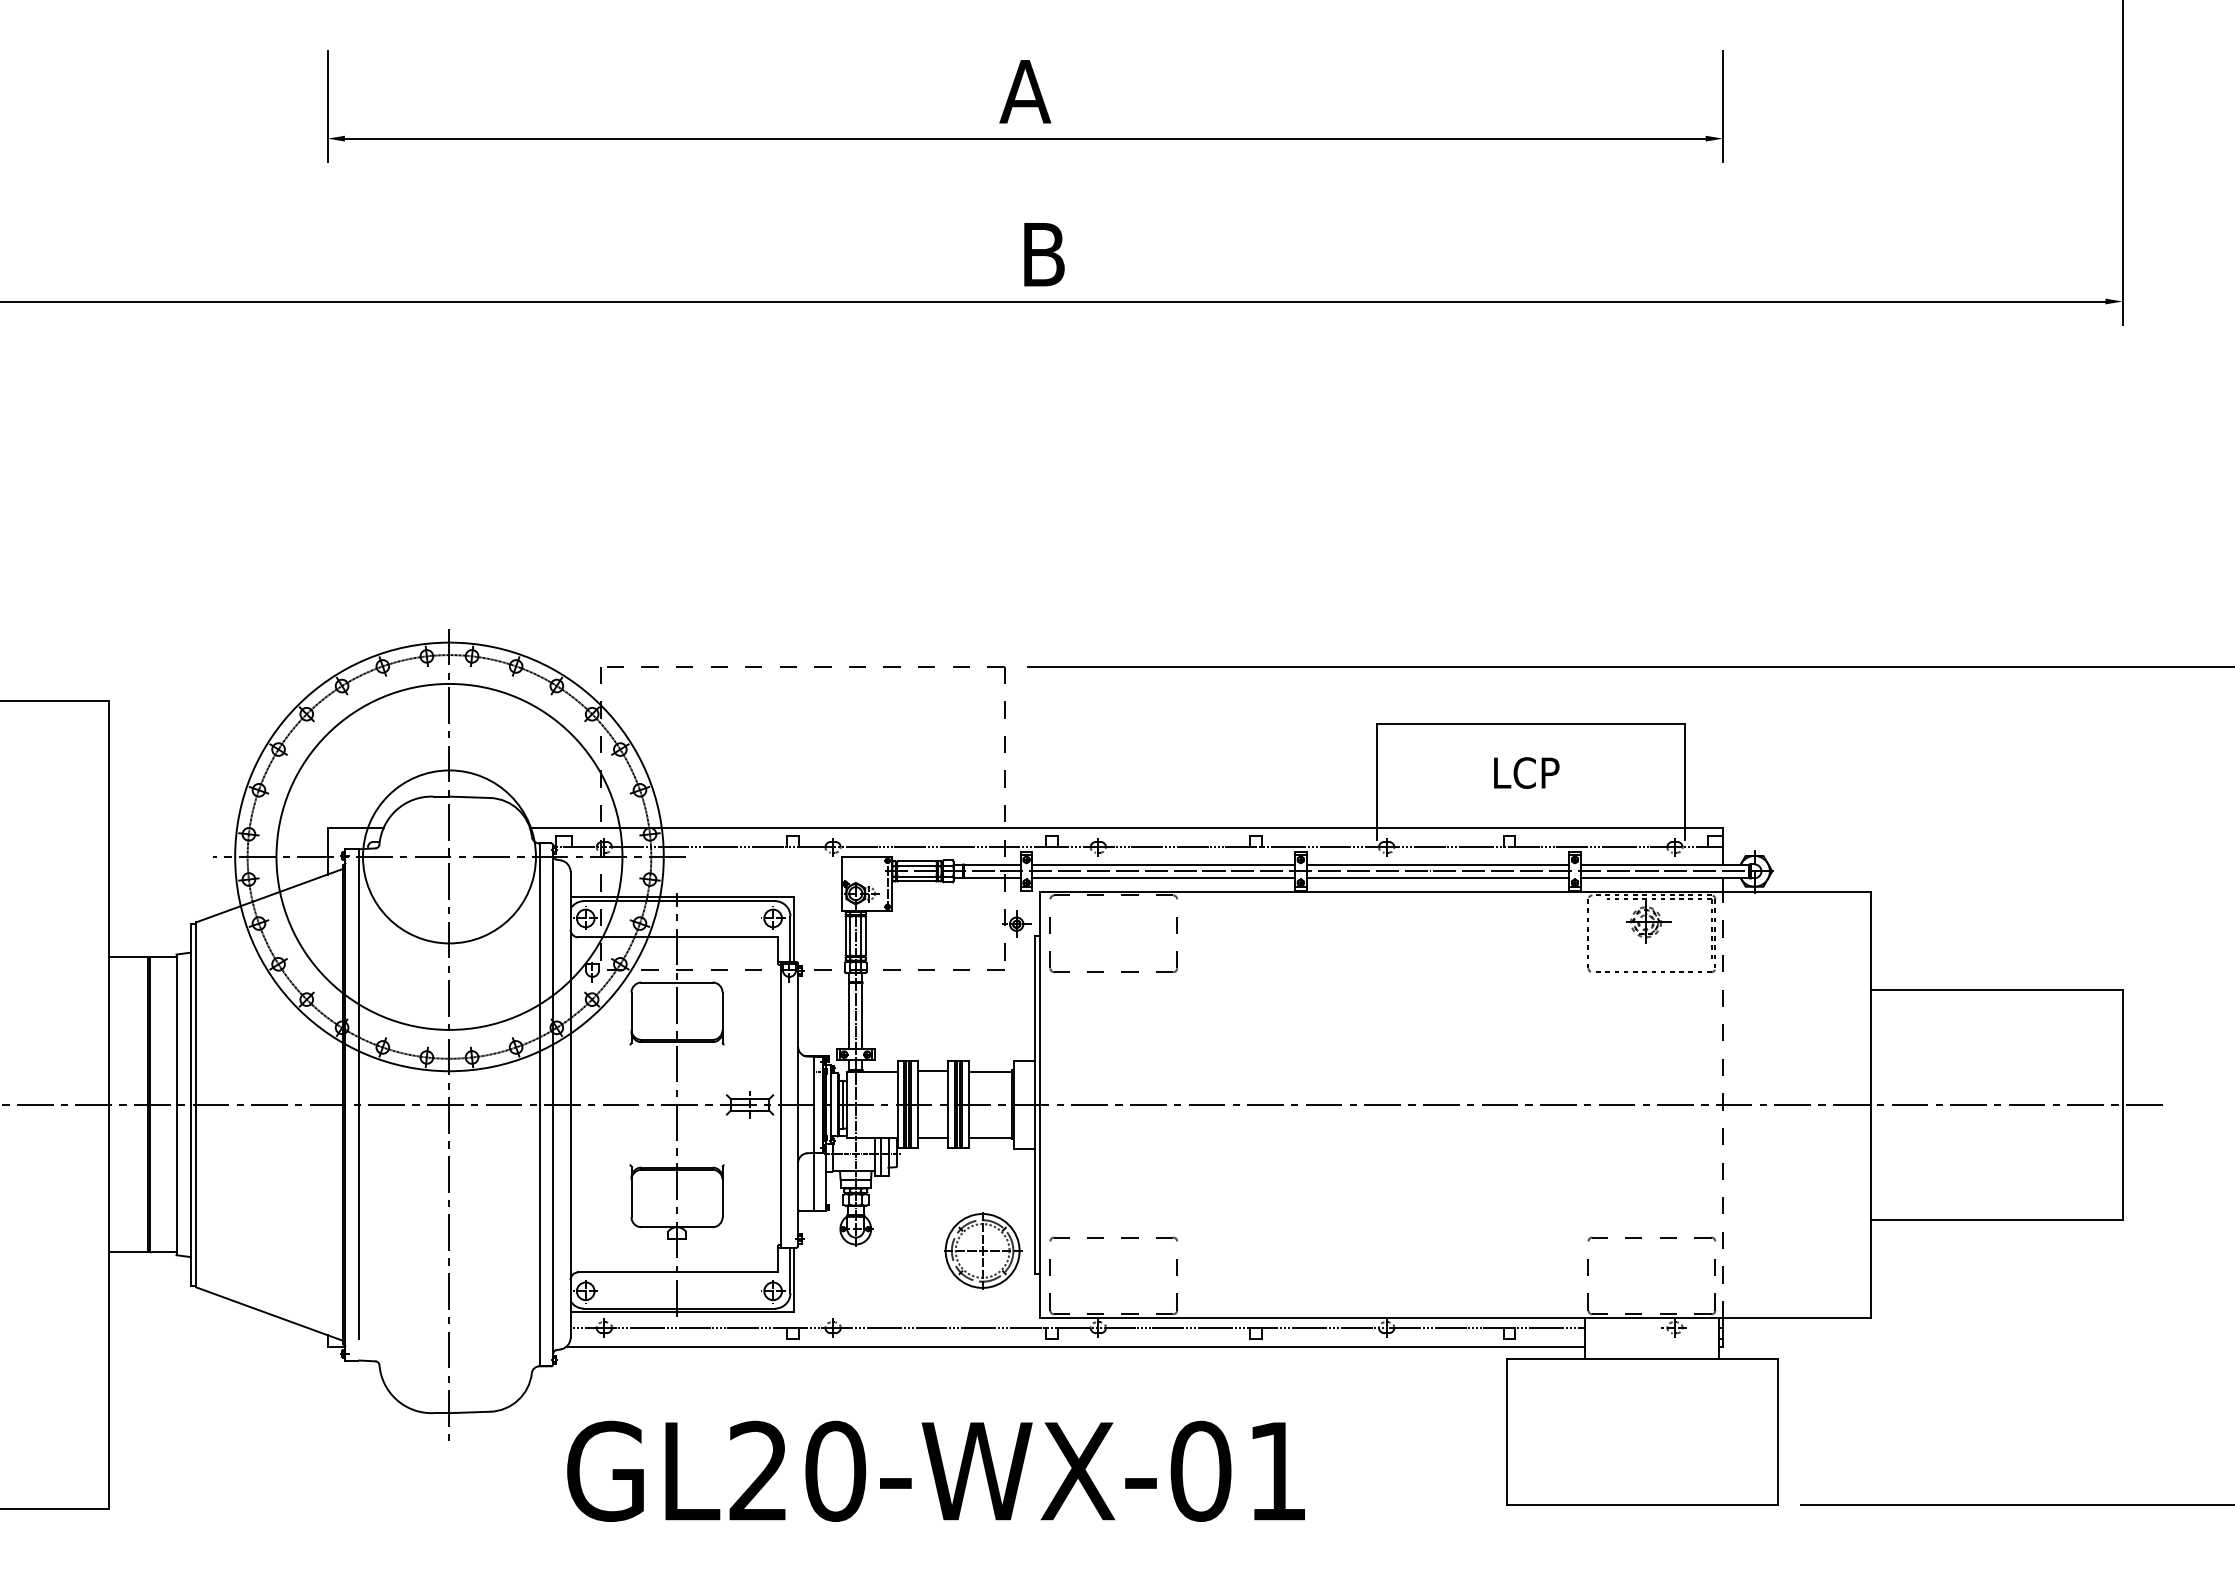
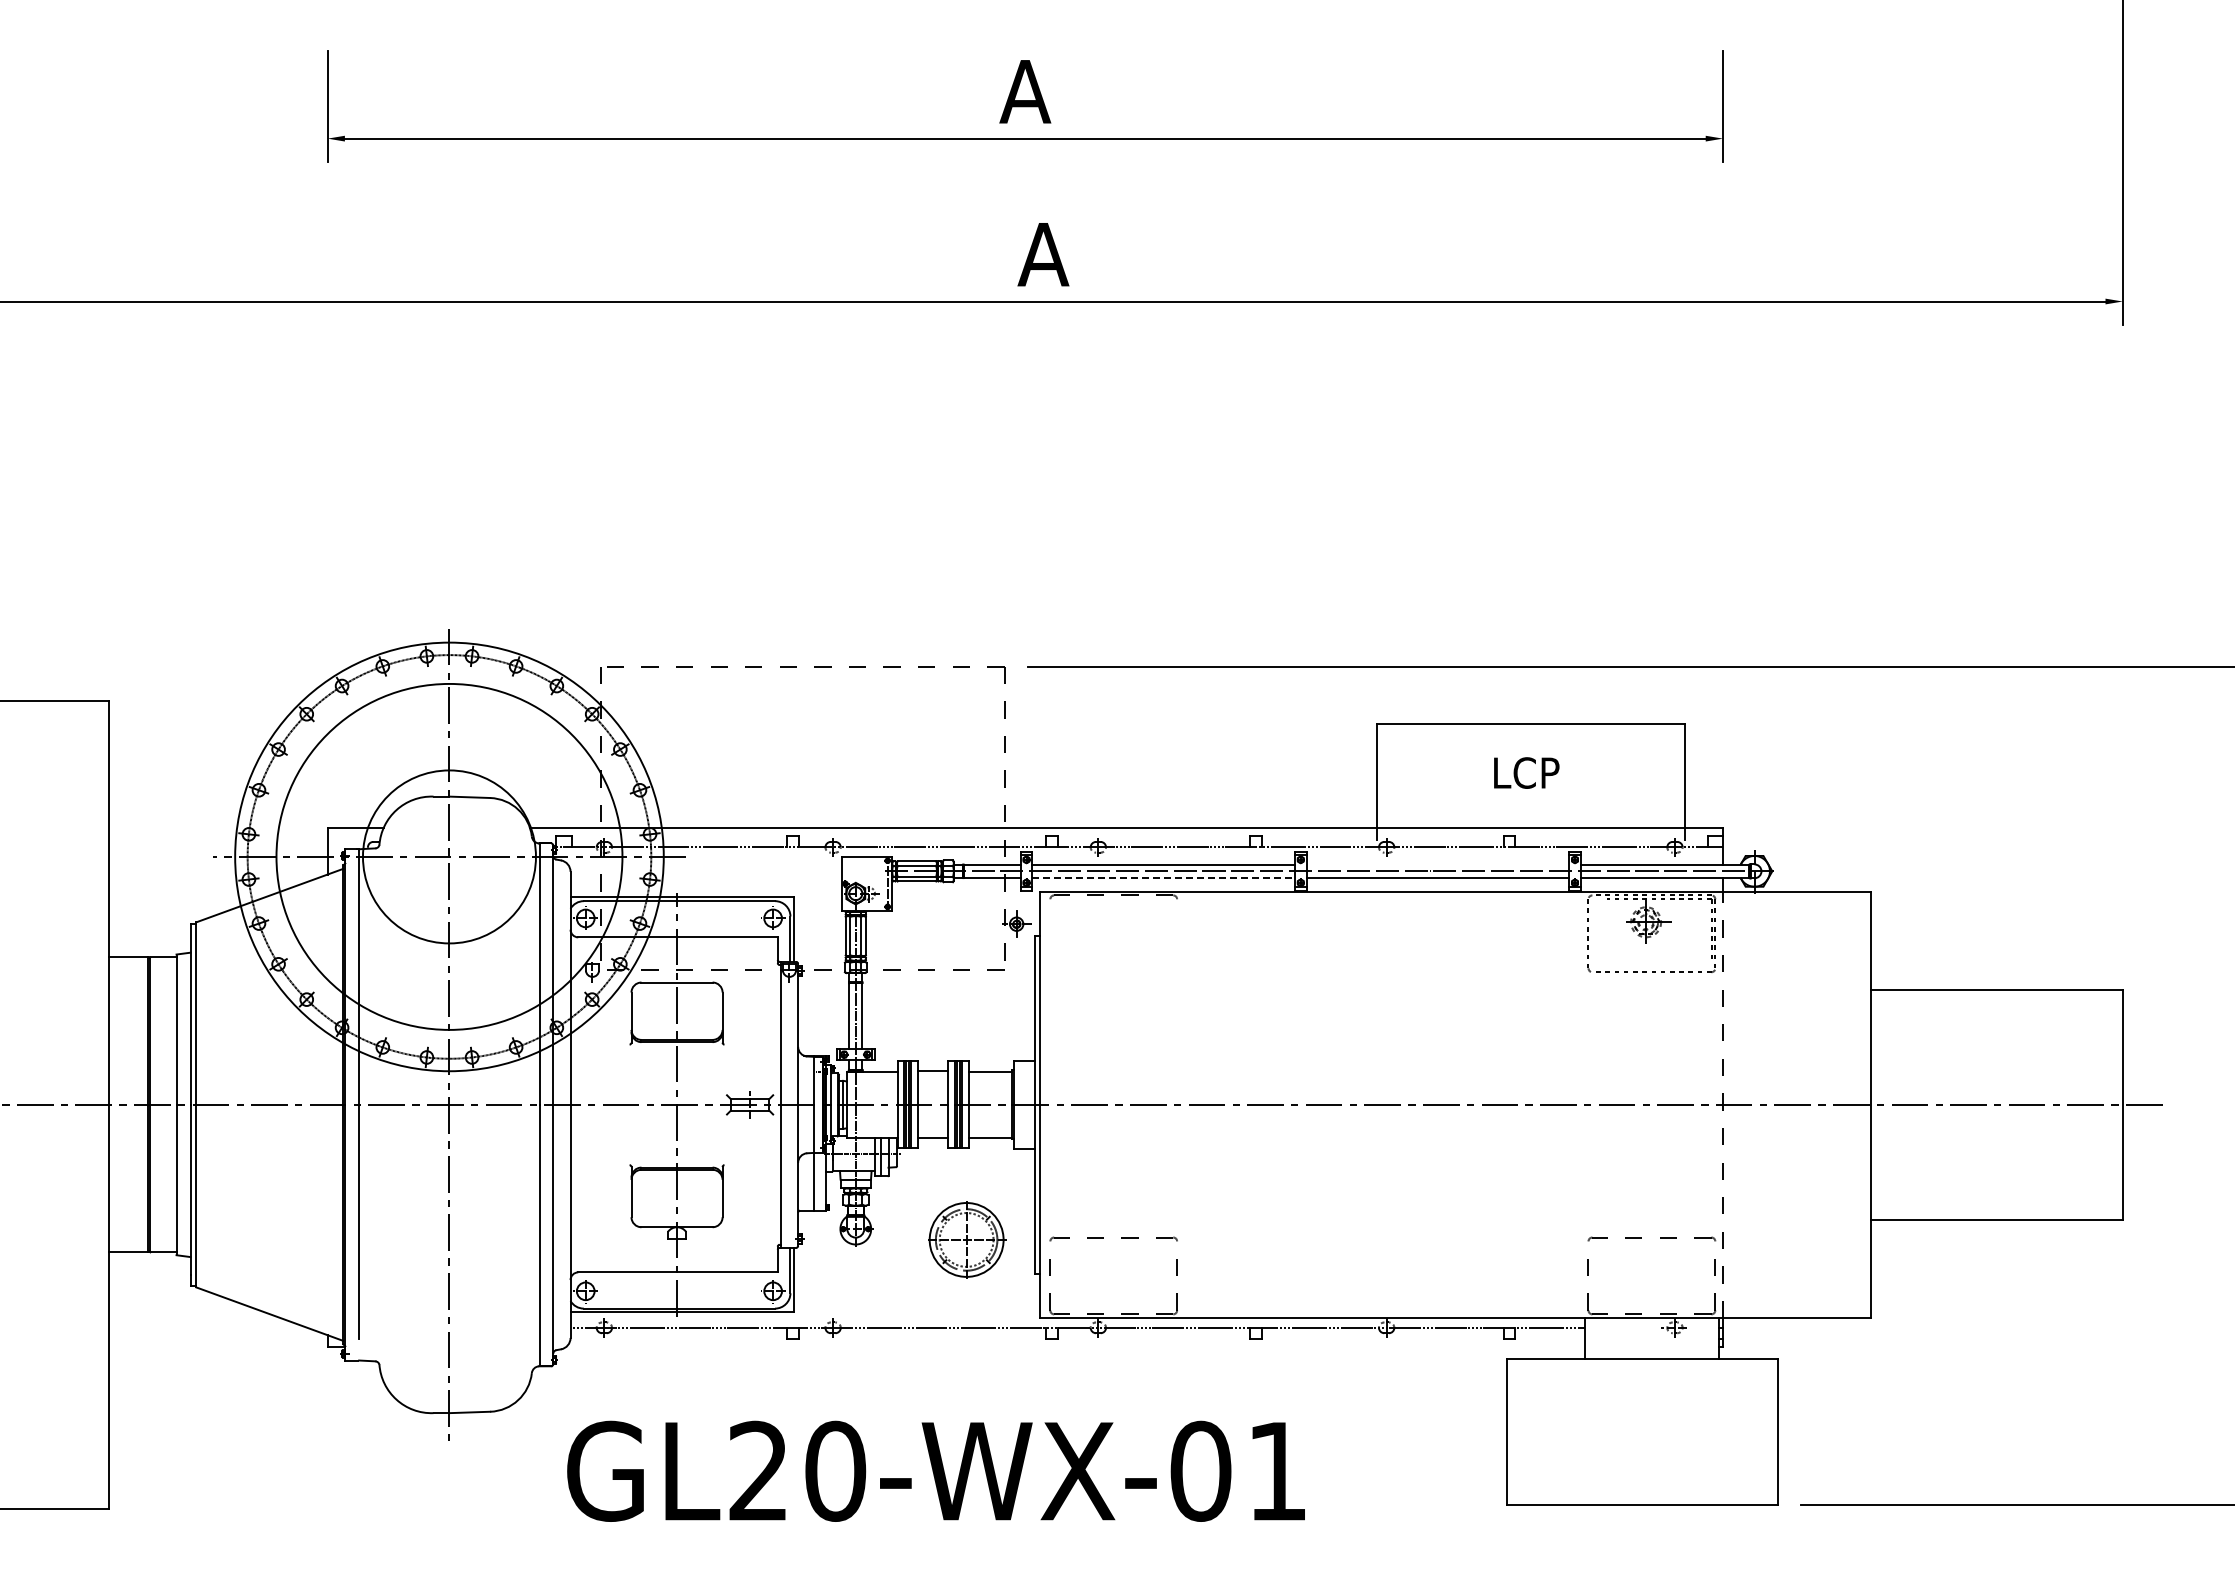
text at (1043, 254): B -> A
line at (1437, 864): present -> none
line at (1164, 877): solid -> dashed
part at (1121, 971): present -> none
part at (983, 1250) position: (983, 1250) -> (967, 1239)
line at (1075, 1347): present -> none
